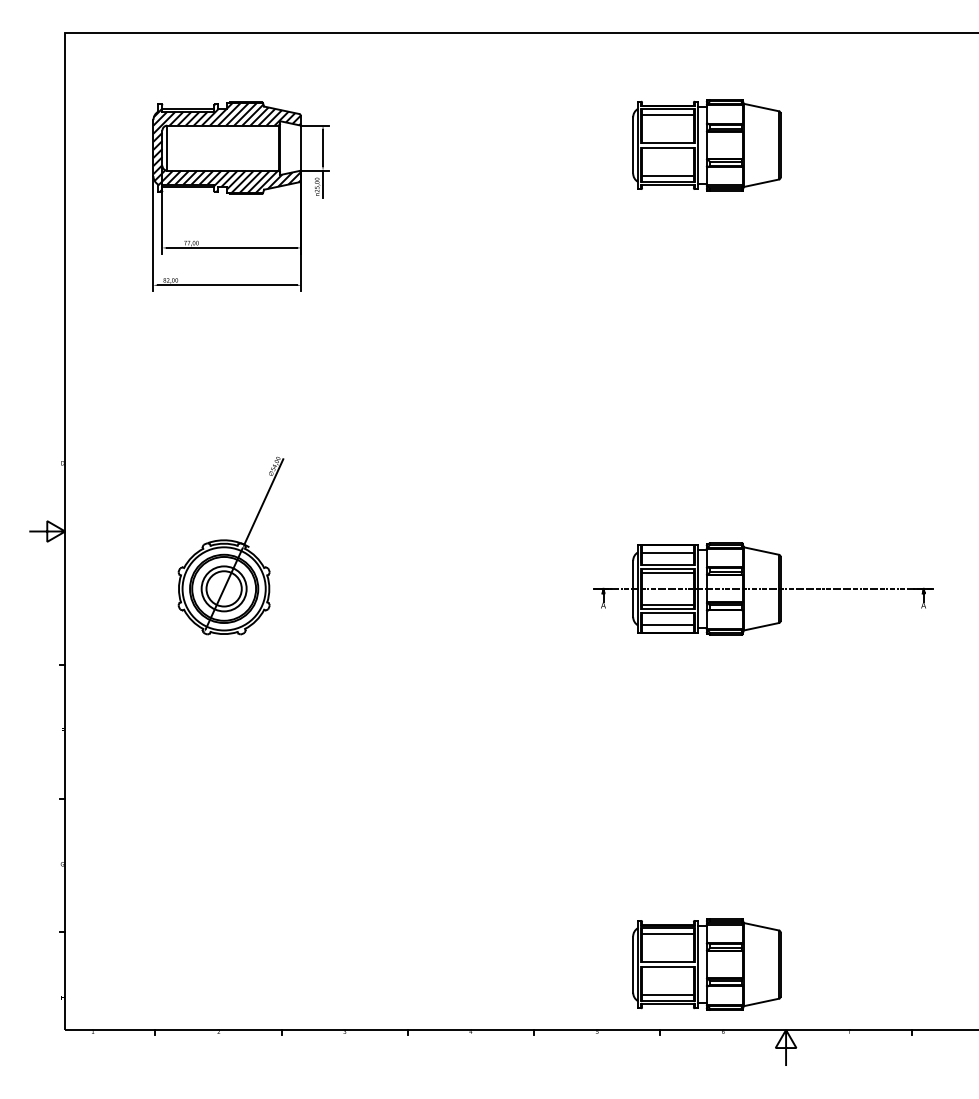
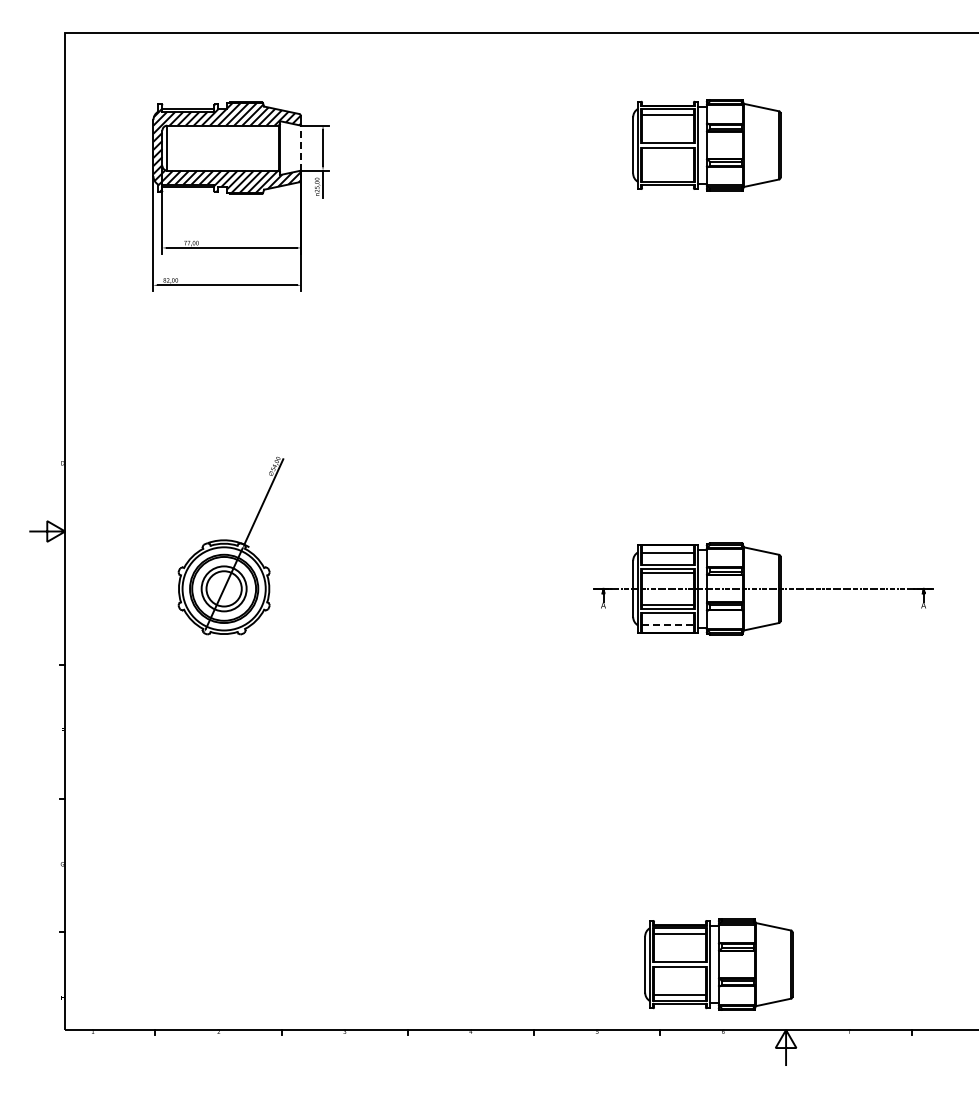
line at (301, 147): solid -> dashed
line at (667, 175): present -> none
line at (667, 625): solid -> dashed
part at (706, 964) position: (706, 964) -> (718, 964)
